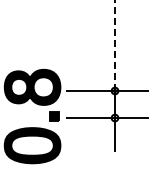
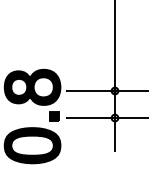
line at (115, 45): dashed -> solid
